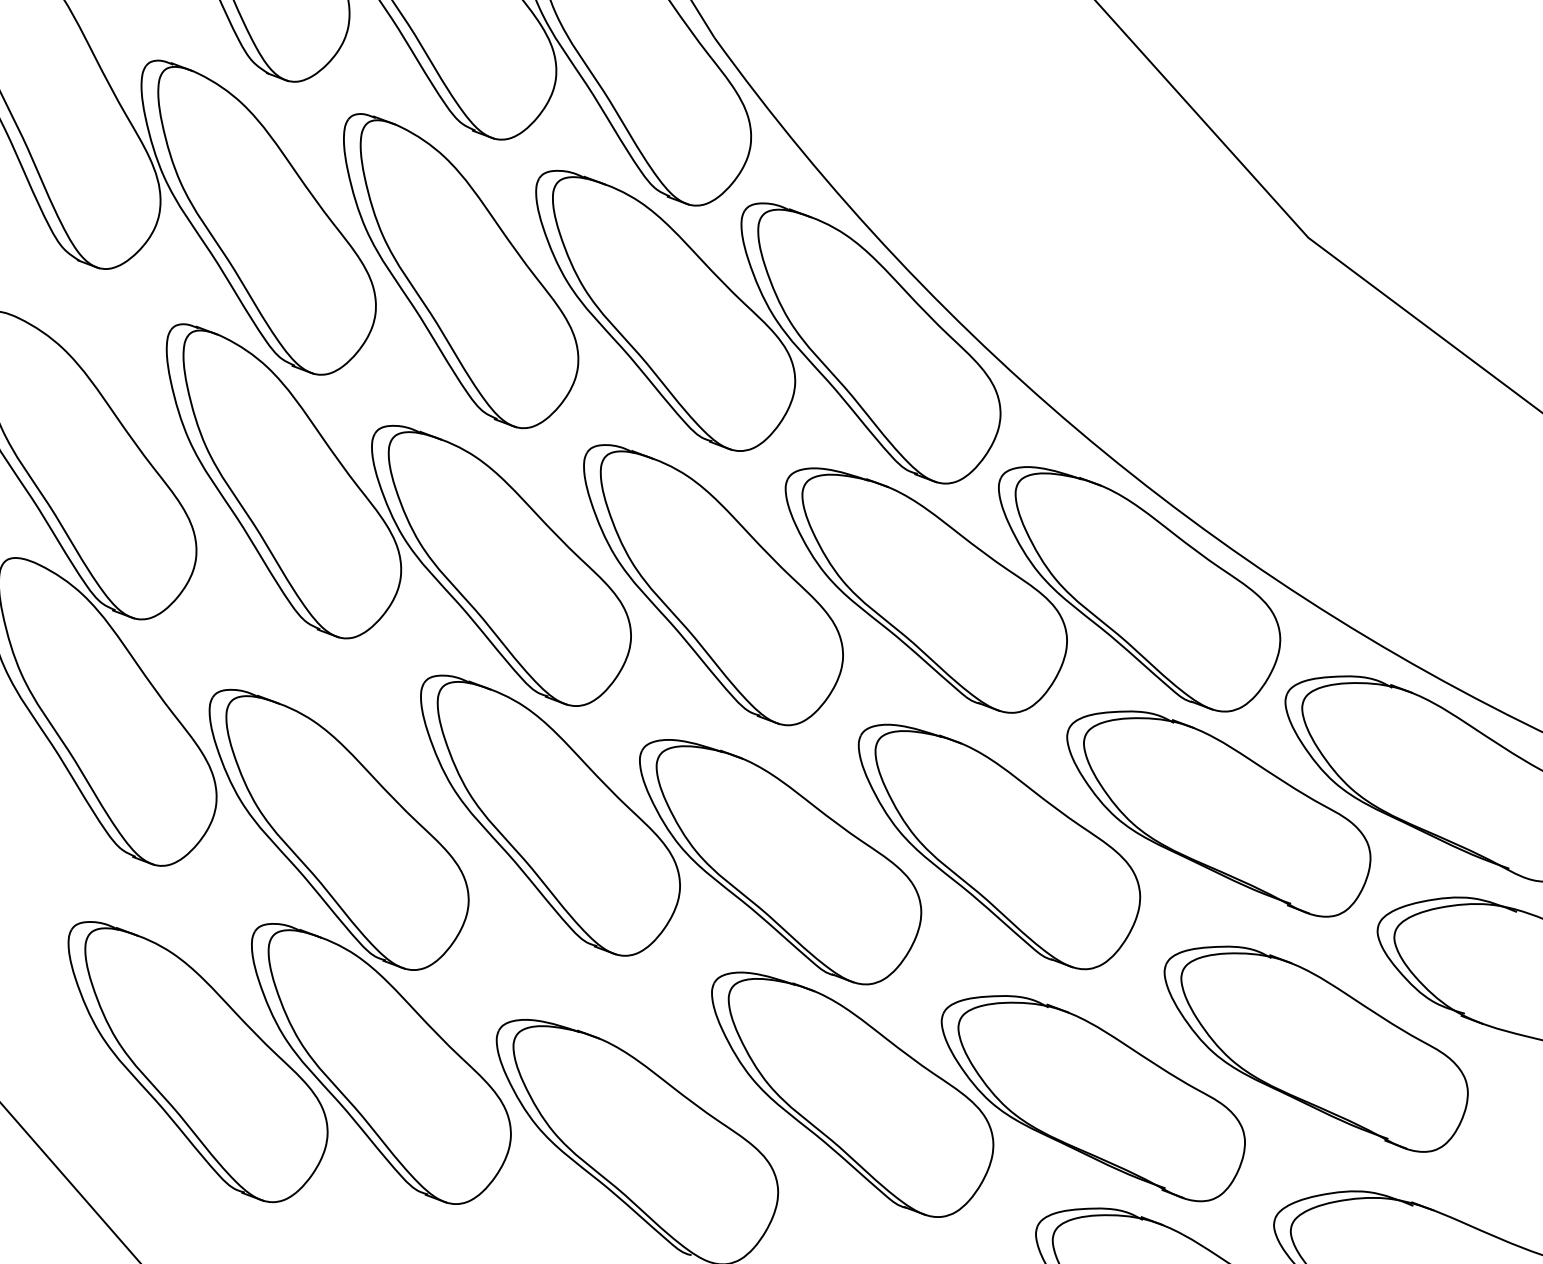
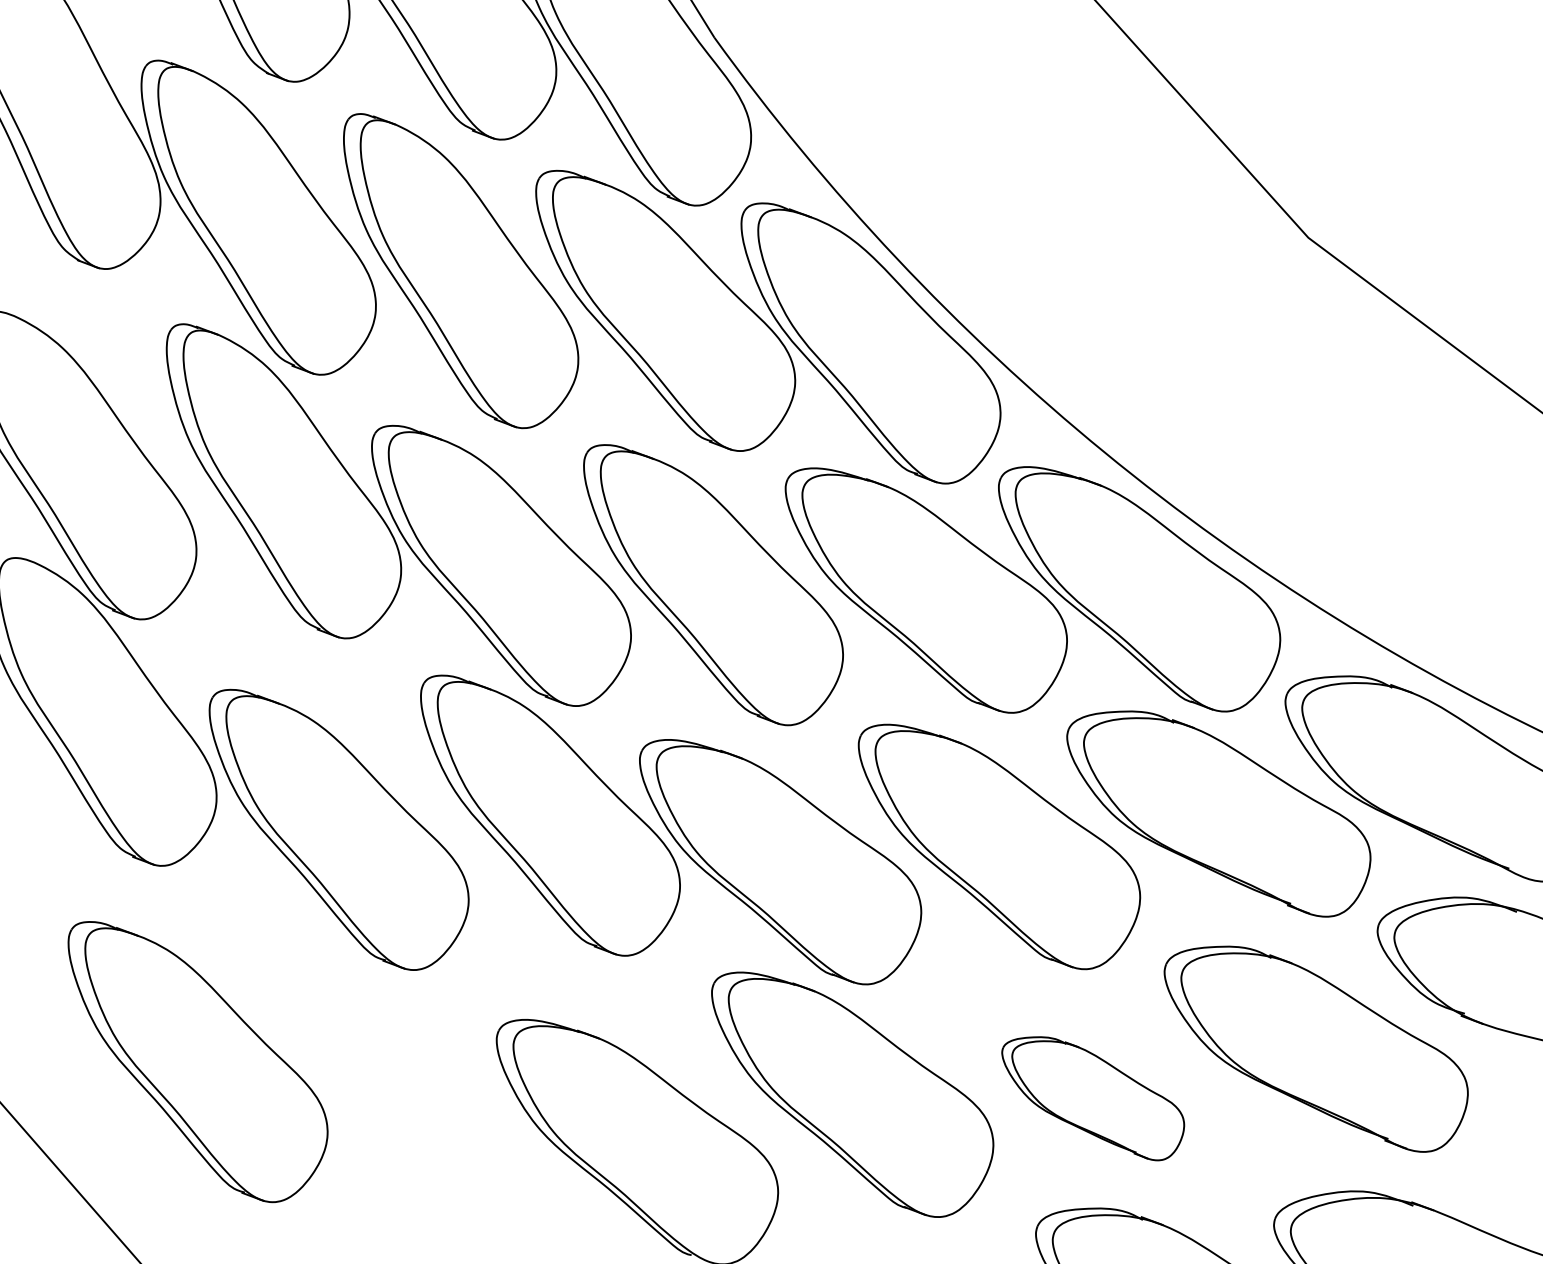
part at (381, 1063): present -> none
part at (1092, 1098) size: 306x208 px -> 185x126 px
